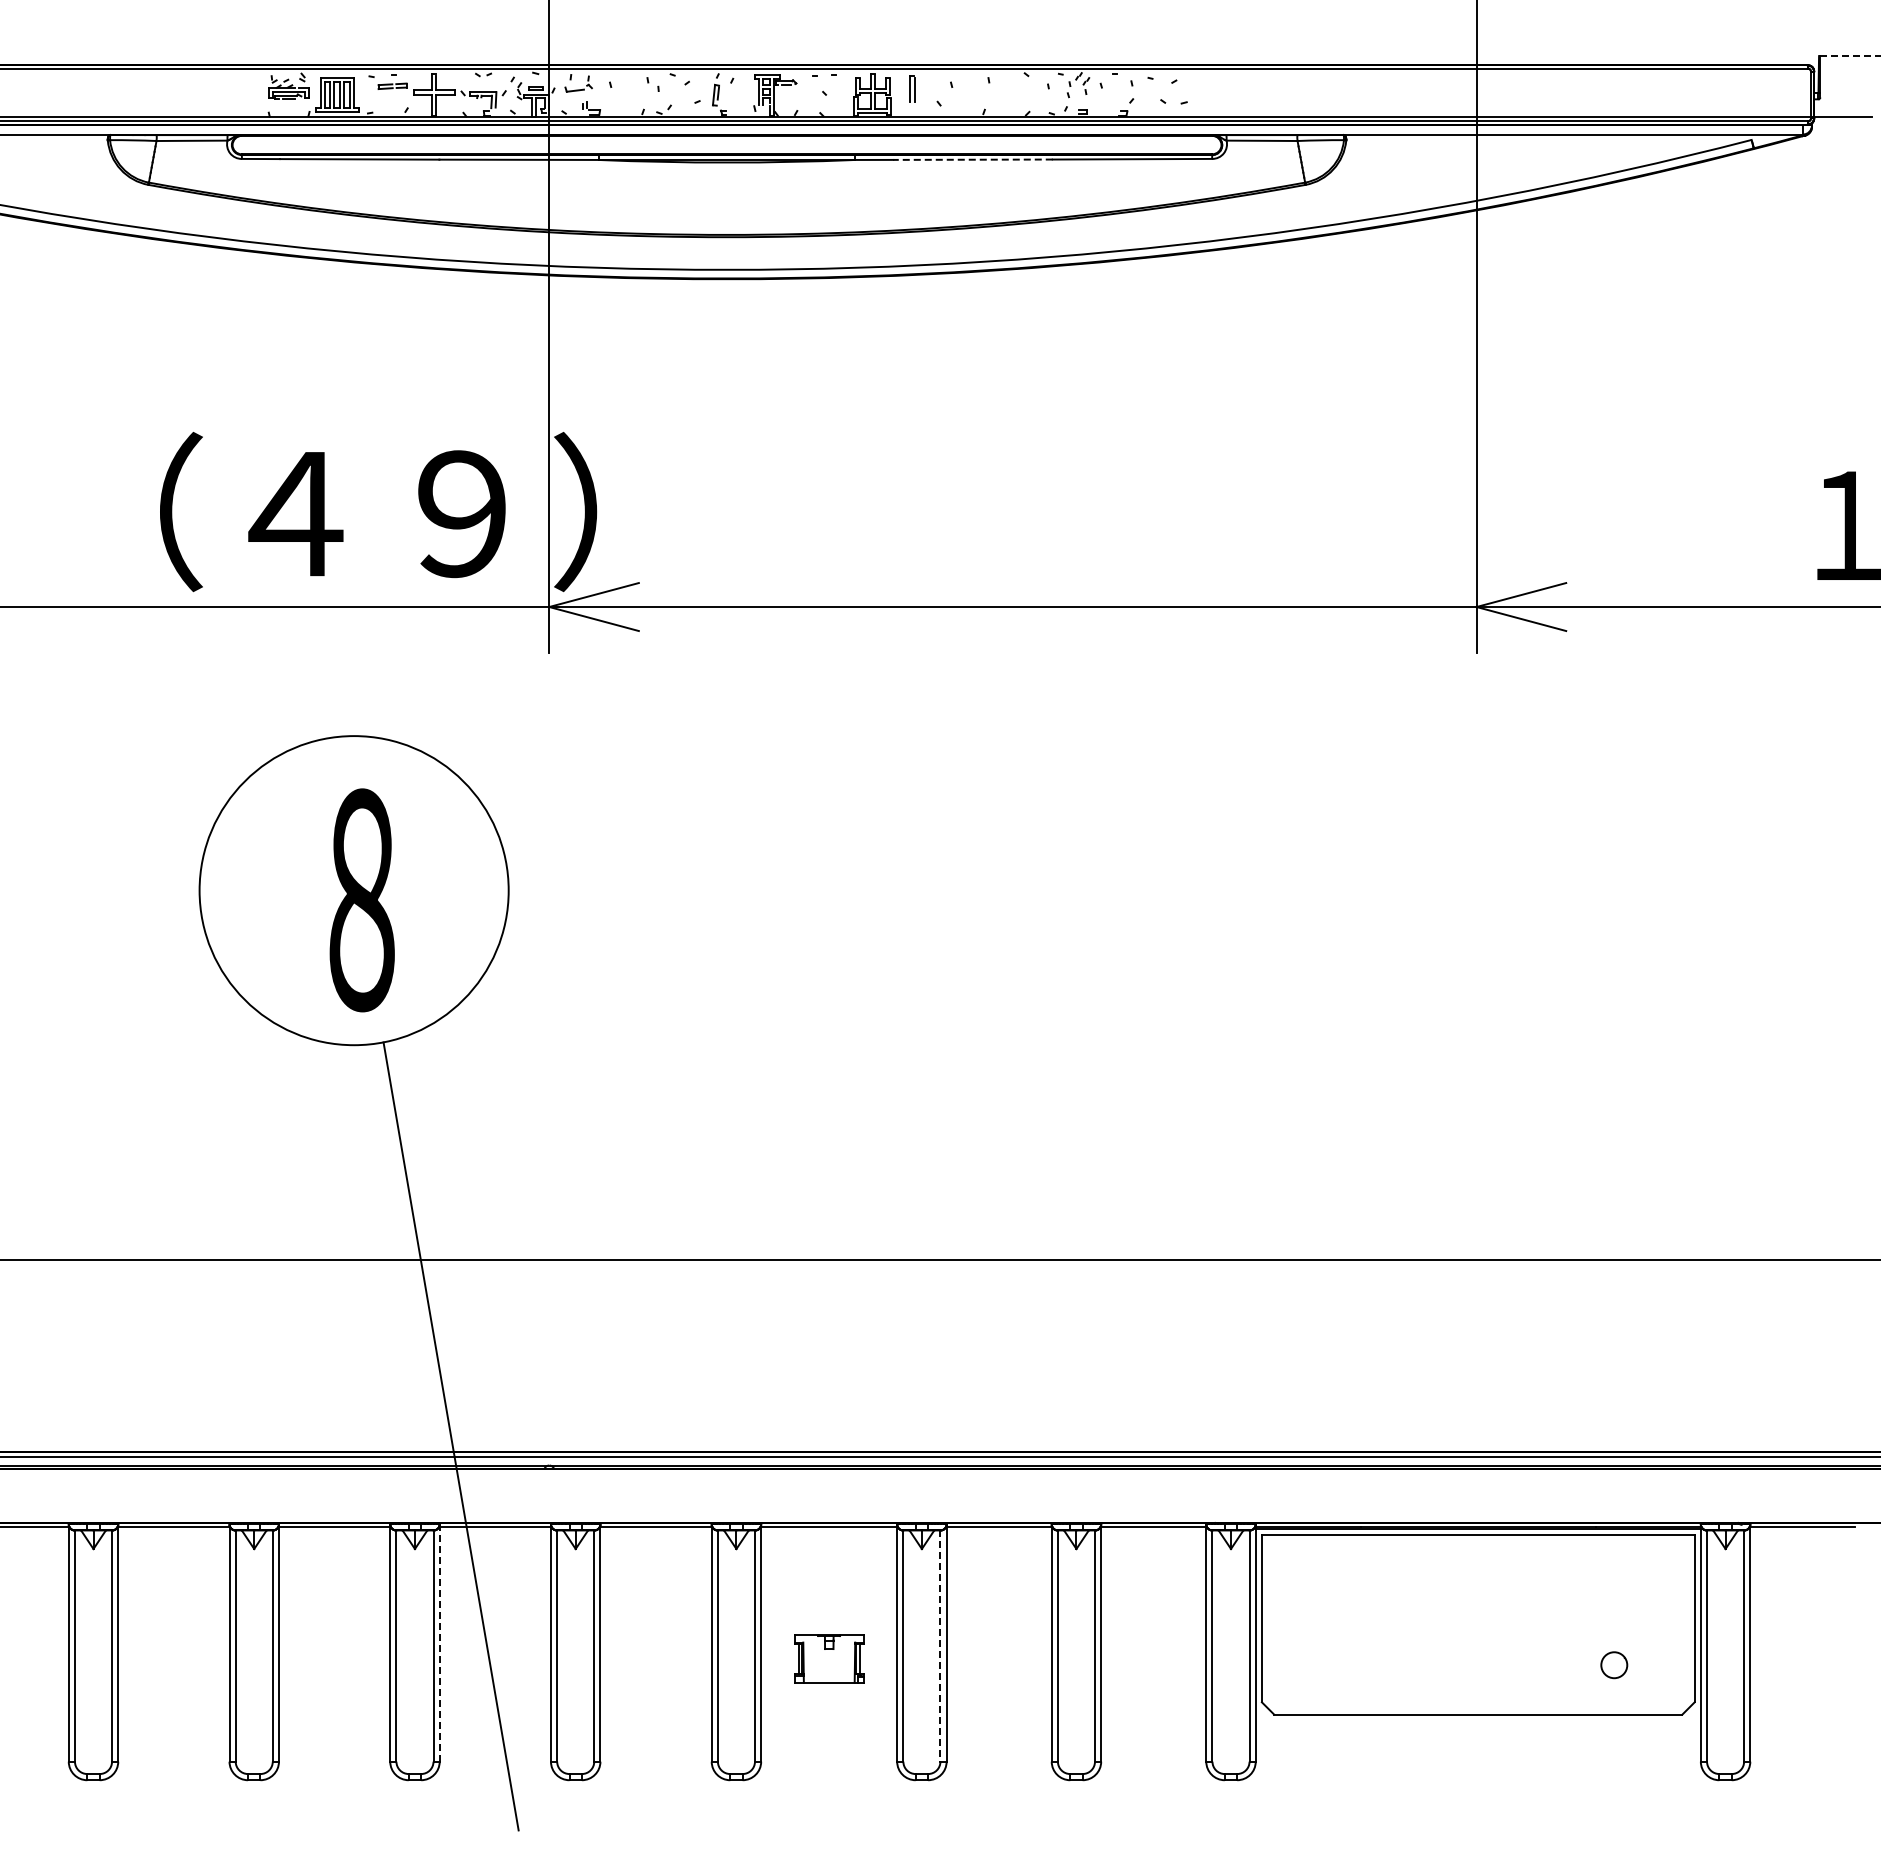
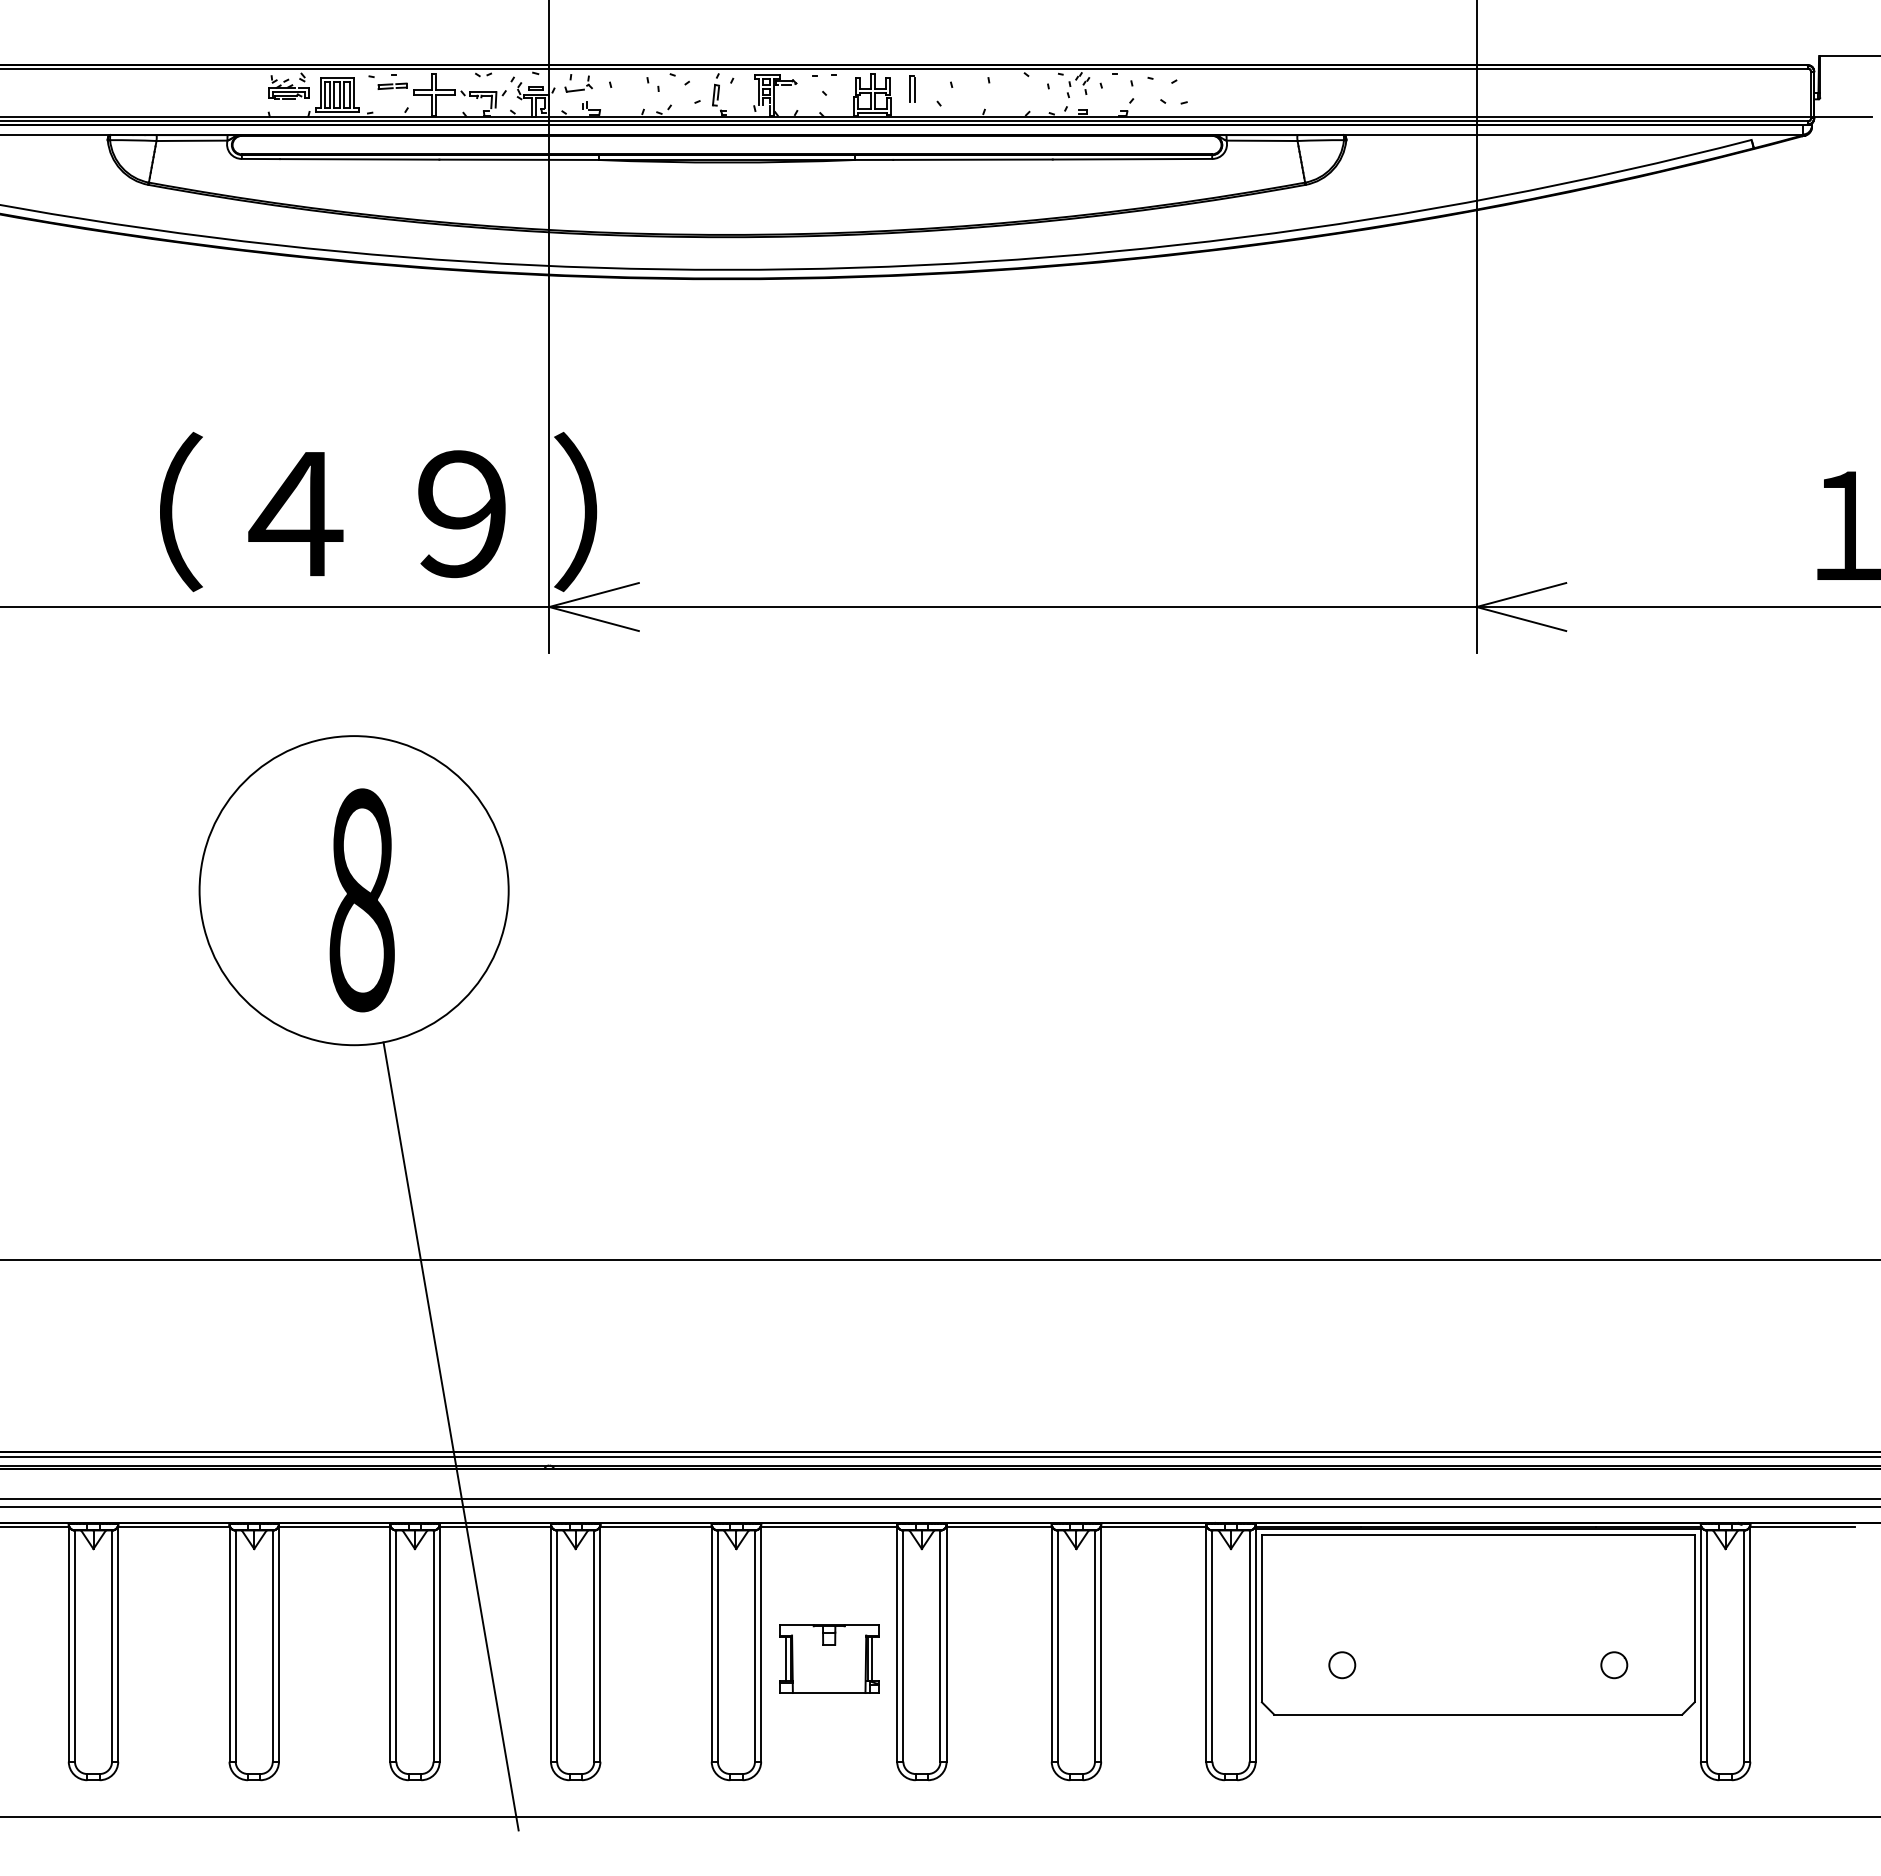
line at (1850, 56): dashed -> solid
line at (973, 159): dashed -> solid
line at (939, 1498): none -> present
line at (939, 1506): none -> present
line at (439, 1642): dashed -> solid
line at (940, 1646): dashed -> solid
part at (829, 1658) size: 71x50 px -> 101x70 px
circle at (1342, 1665): none -> present
line at (939, 1817): none -> present
